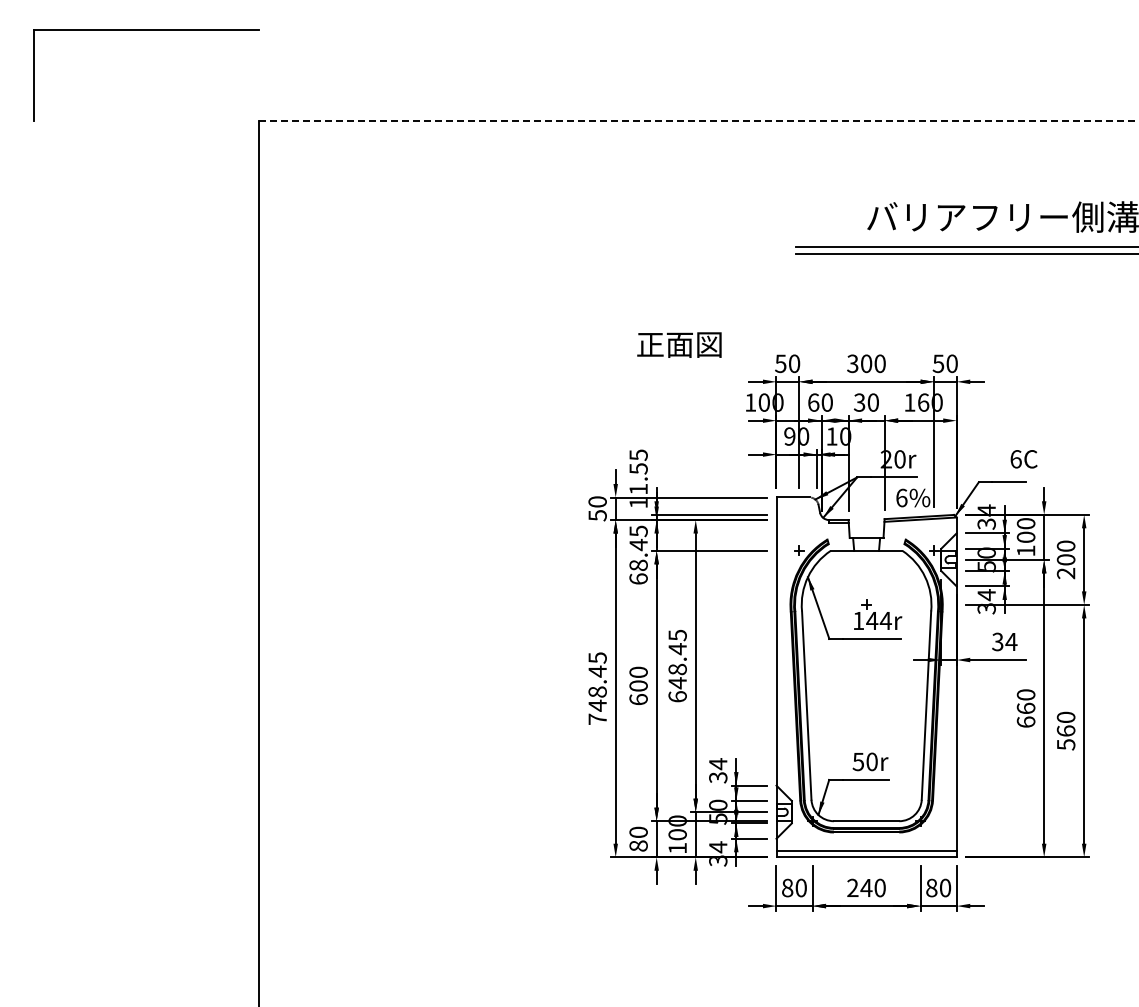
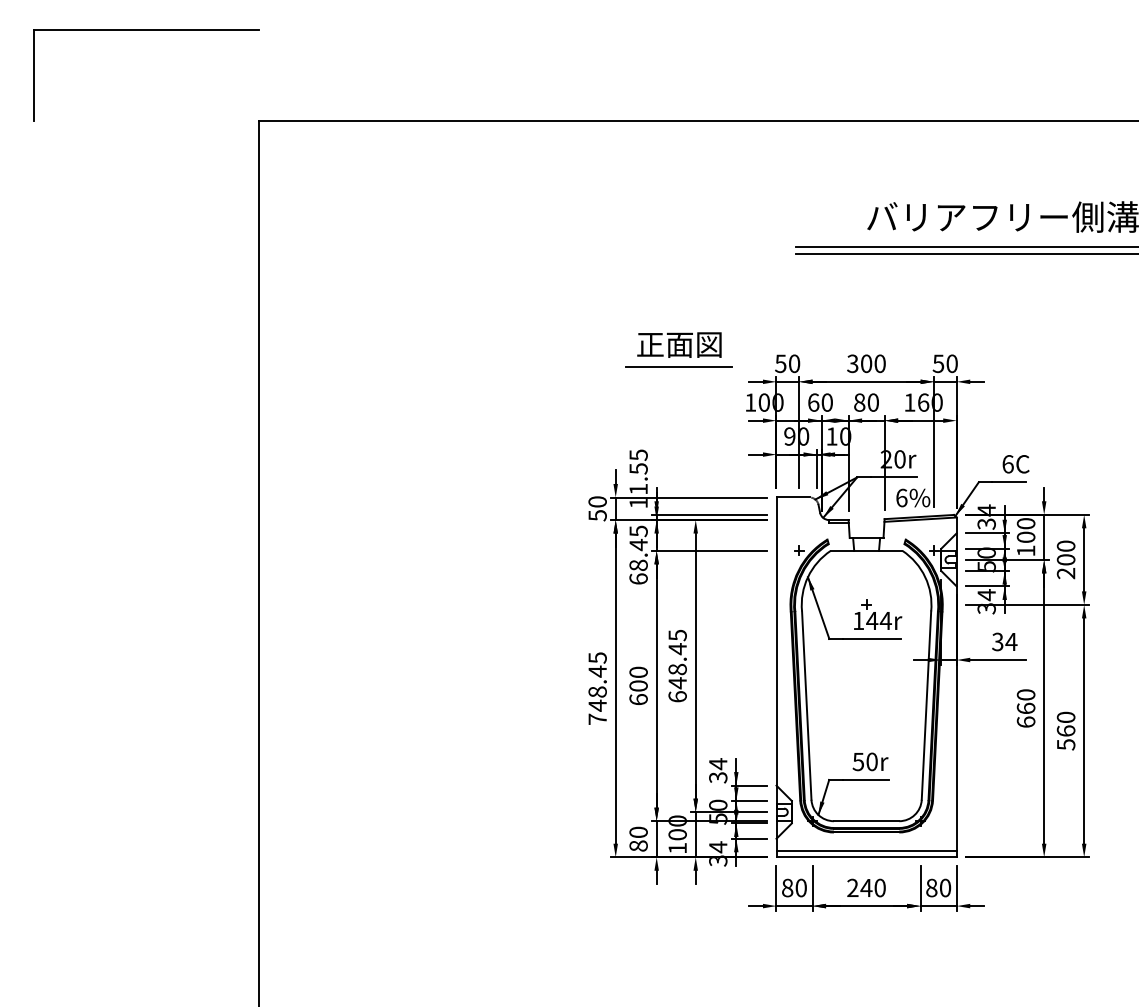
line at (699, 120): dashed -> solid
line at (679, 367): none -> present
text at (859, 402): 30 -> 80
text at (1023, 459) position: (1023, 459) -> (1015, 464)
